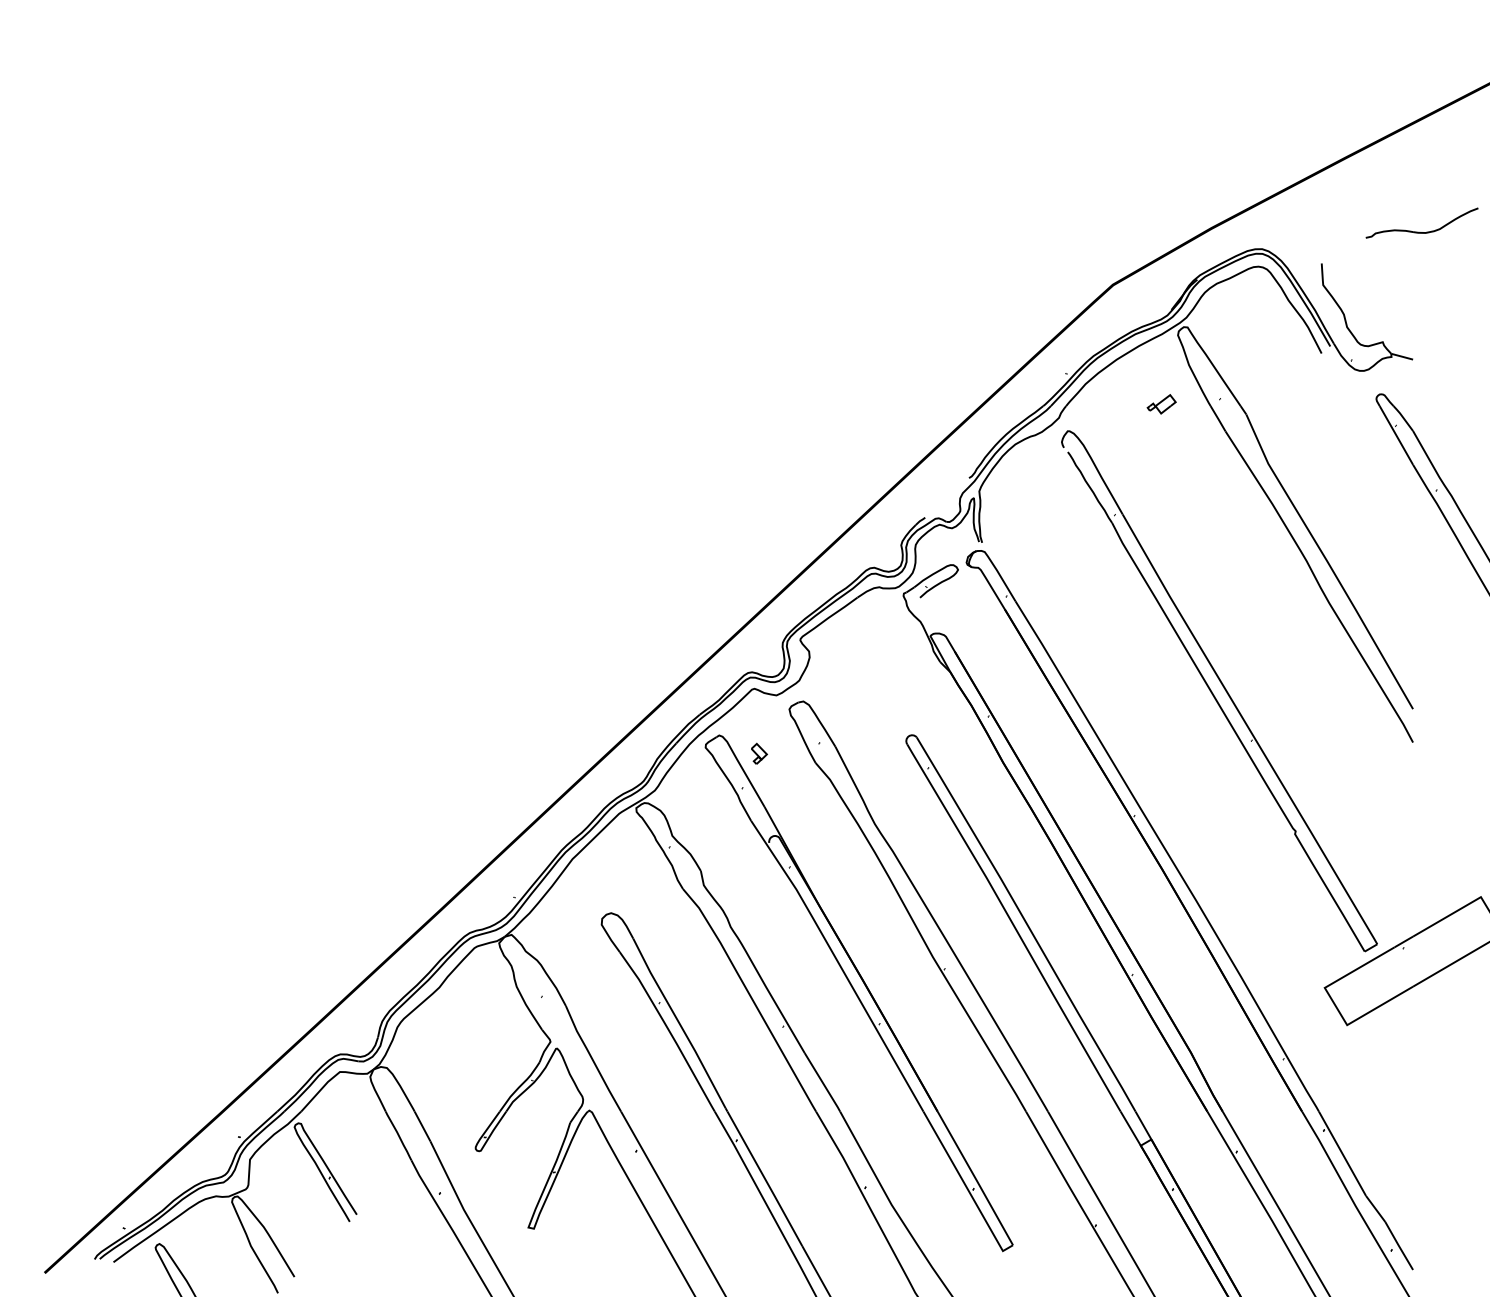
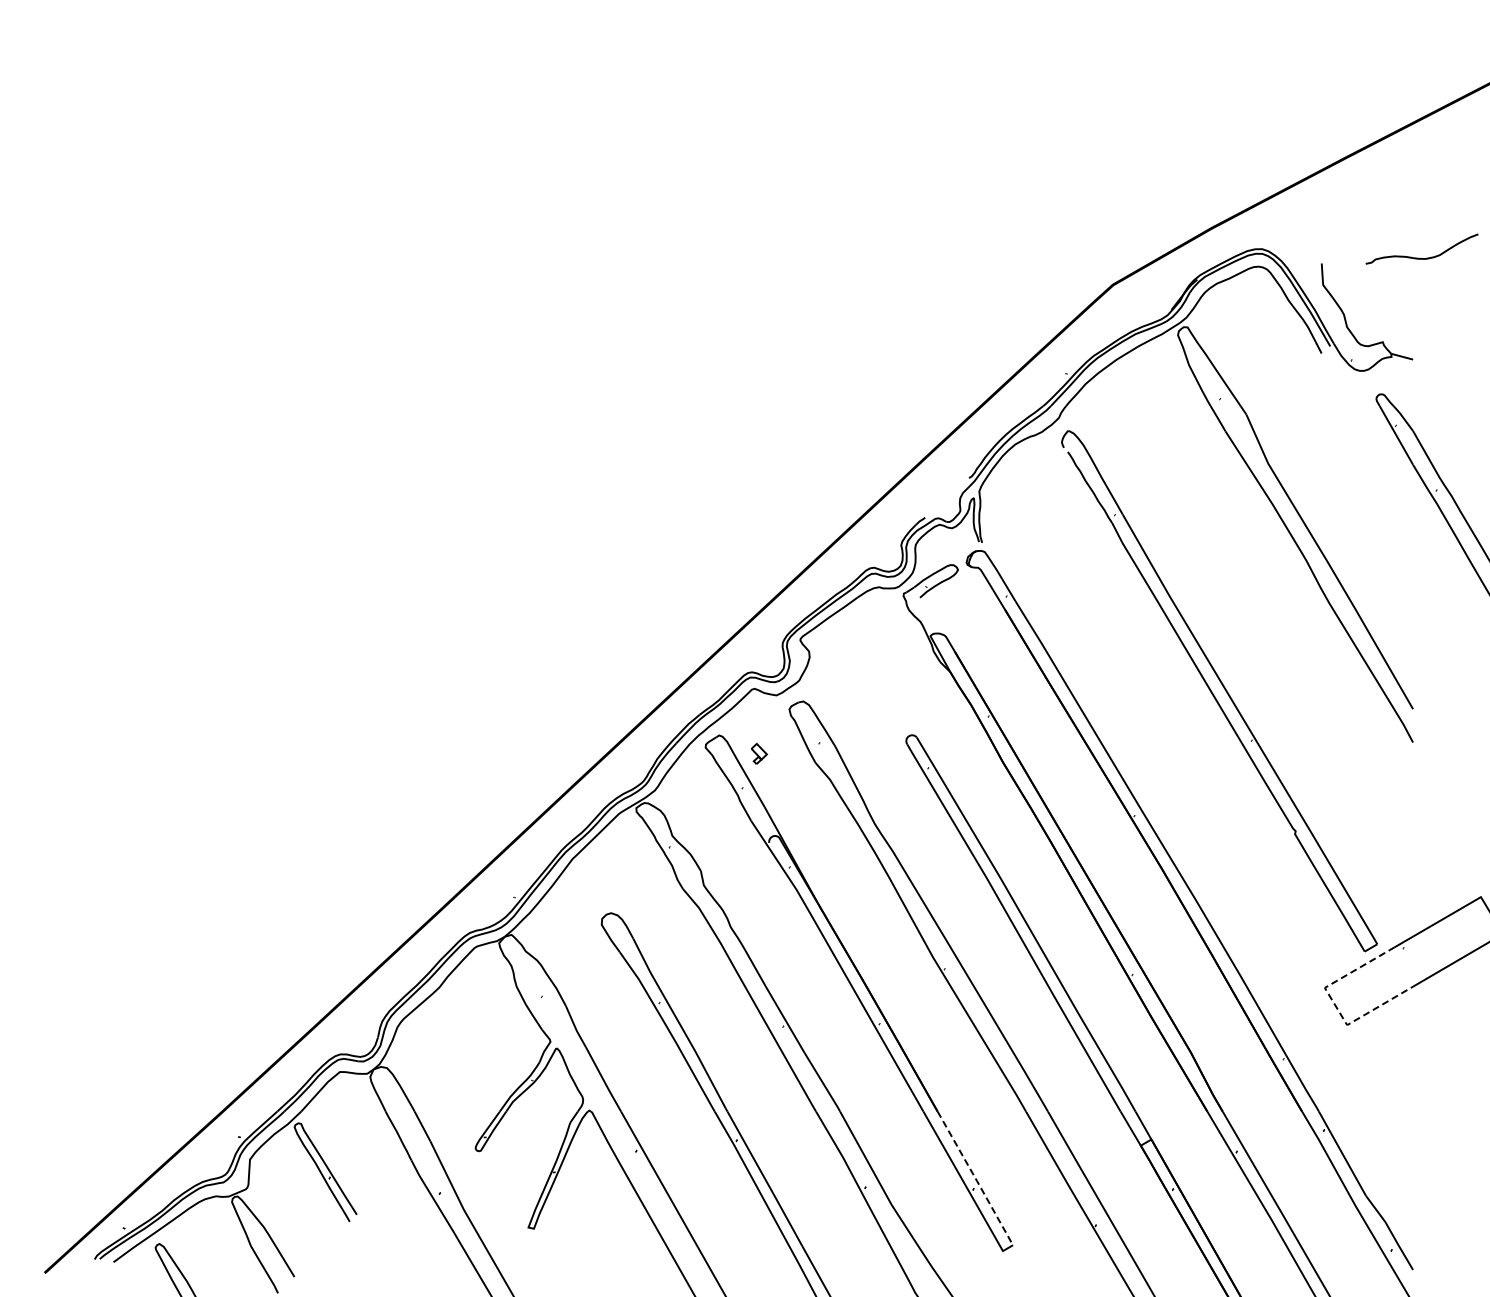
part at (1419, 231) position: (1419, 231) -> (1419, 257)
part at (1161, 404): present -> none
line at (1334, 1004): solid -> dashed
line at (975, 1179): solid -> dashed
